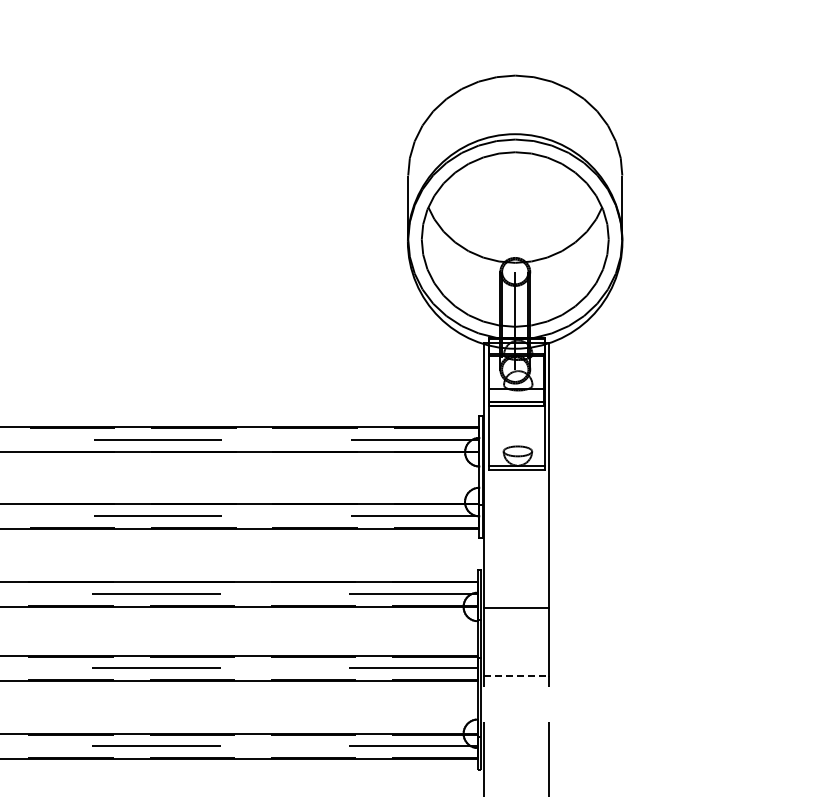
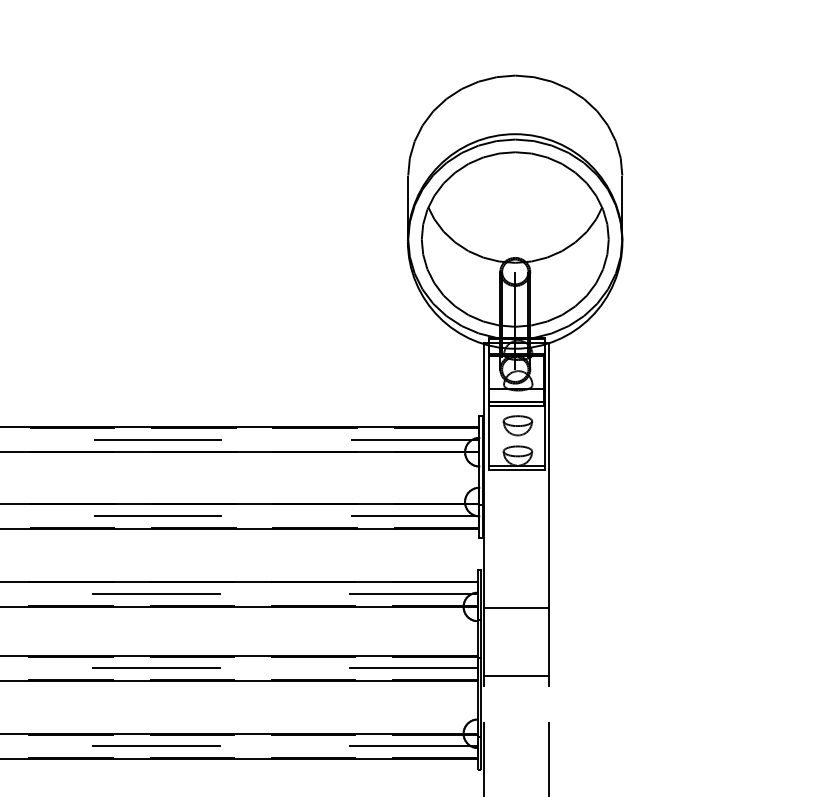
part at (517, 425): none -> present
line at (516, 676): dashed -> solid
